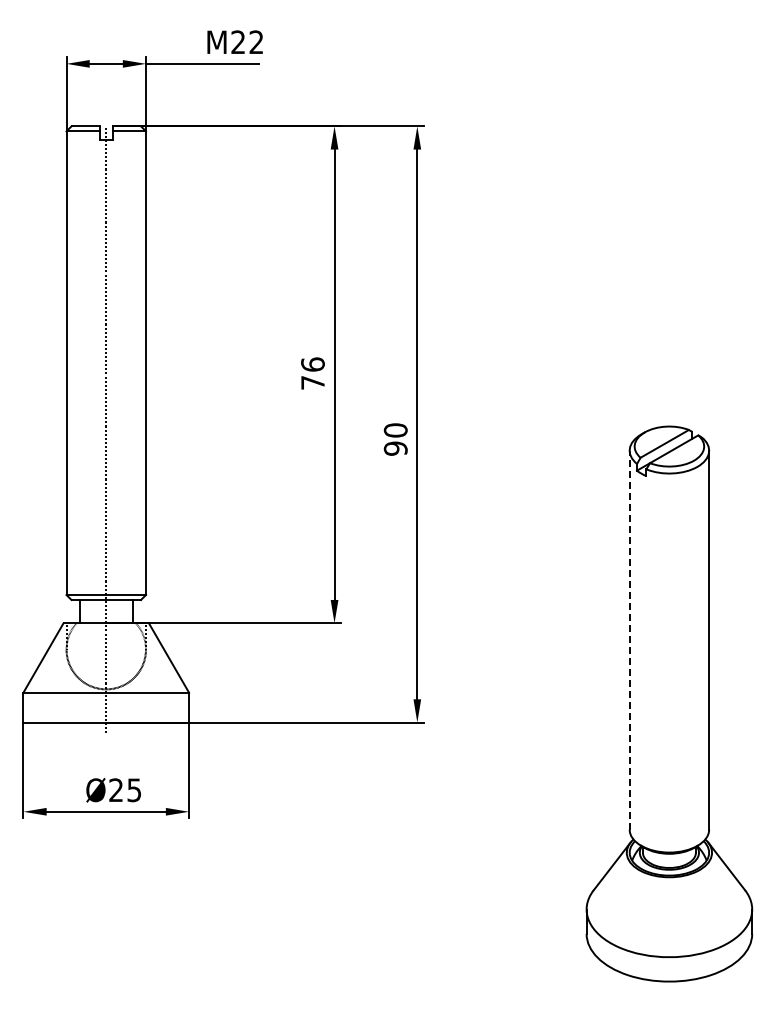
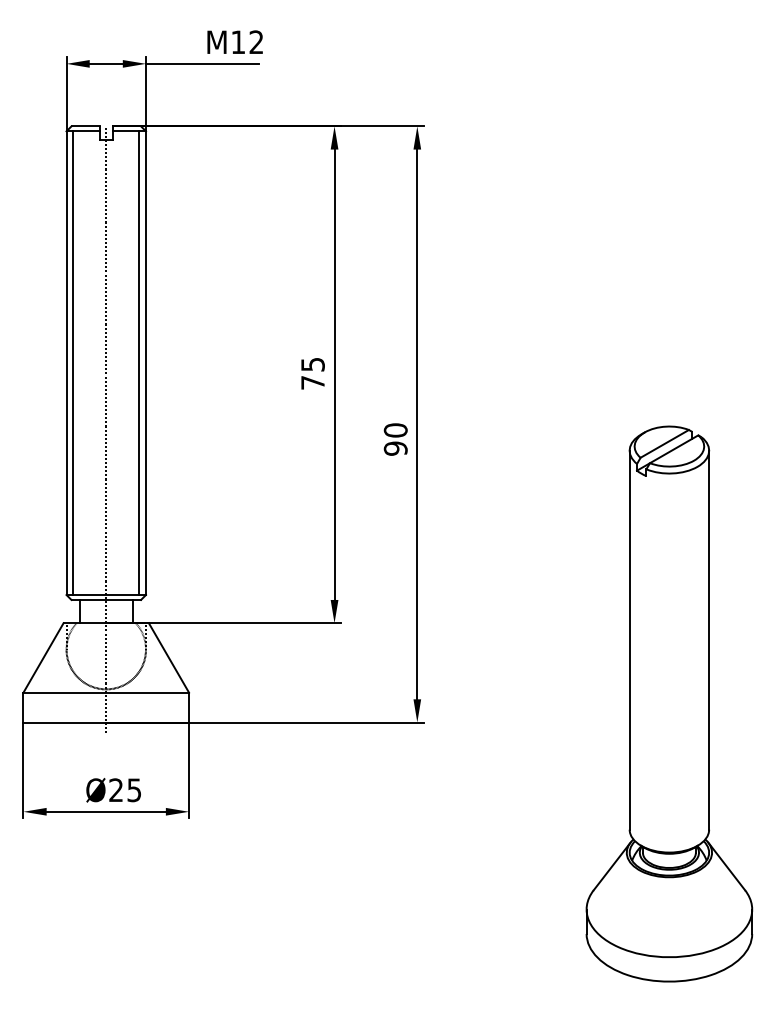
text at (237, 41): M22 -> M12
line at (73, 363): none -> present
line at (139, 363): none -> present
text at (312, 364): 76 -> 75
line at (629, 640): dashed -> solid
